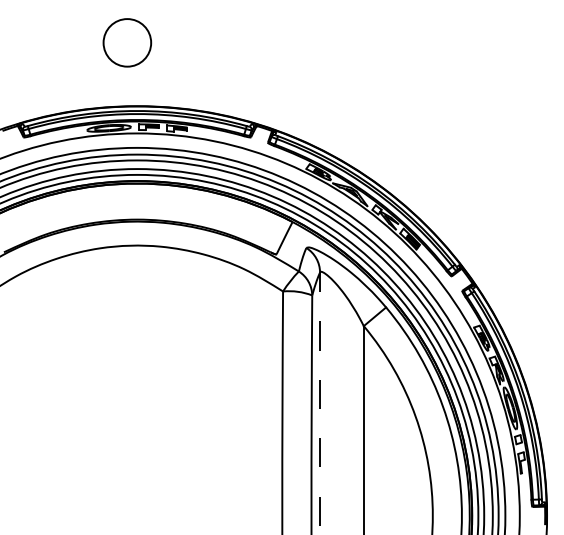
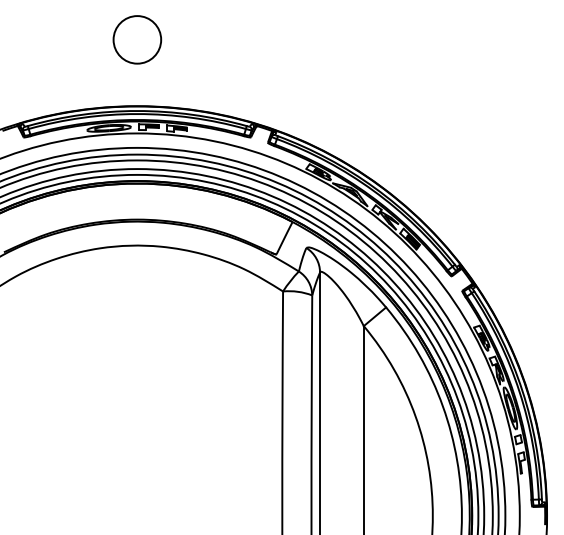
circle at (127, 42) position: (127, 42) -> (137, 39)
line at (320, 403): dashed -> solid
